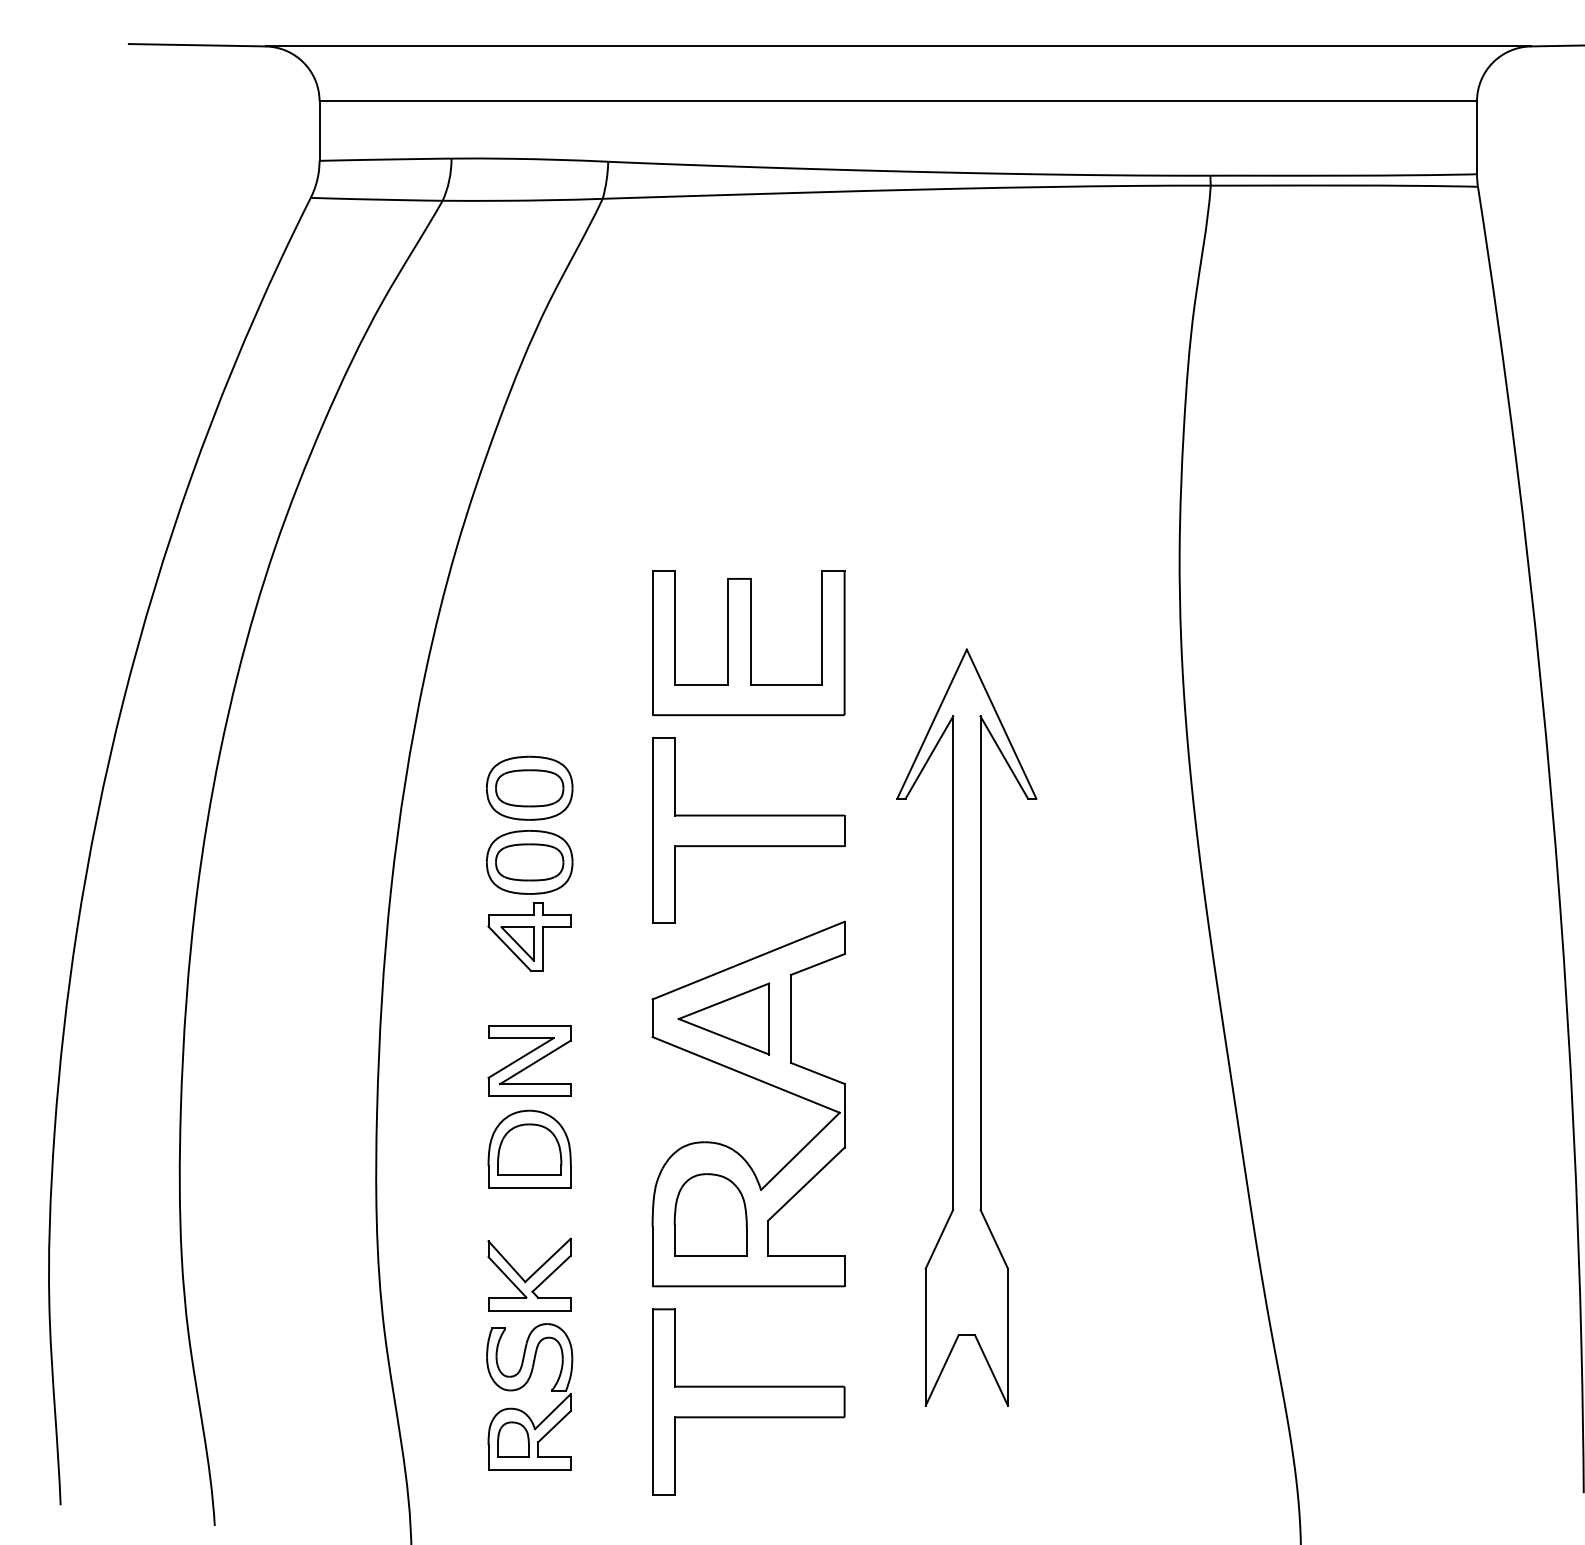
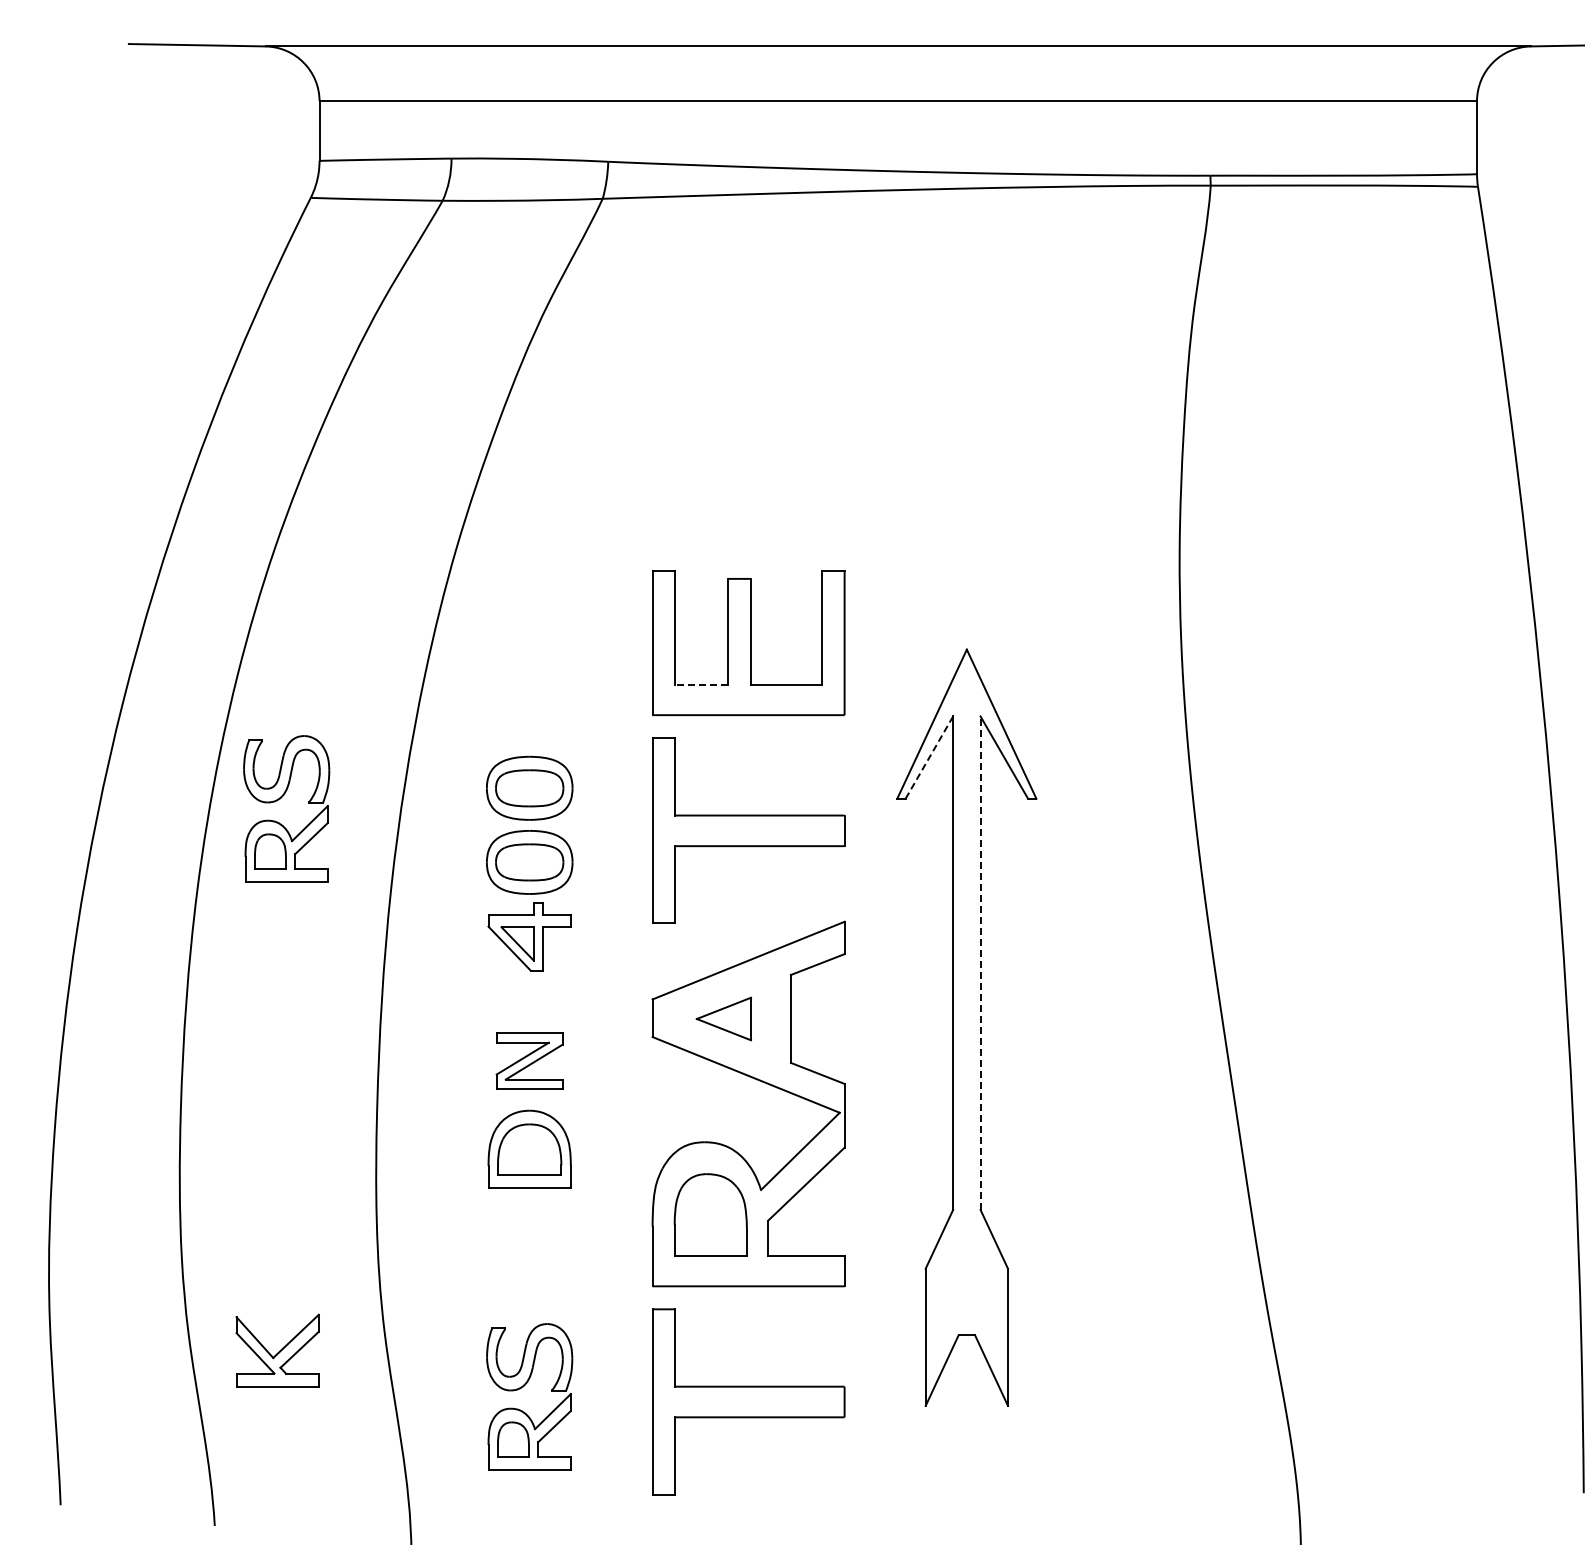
line at (701, 684): solid -> dashed
line at (929, 757): solid -> dashed
part at (280, 799): none -> present
line at (980, 963): solid -> dashed
part at (723, 1018) size: 94x74 px -> 57x46 px
part at (529, 1060) size: 85x72 px -> 69x58 px
part at (529, 1274) position: (529, 1274) -> (277, 1350)
